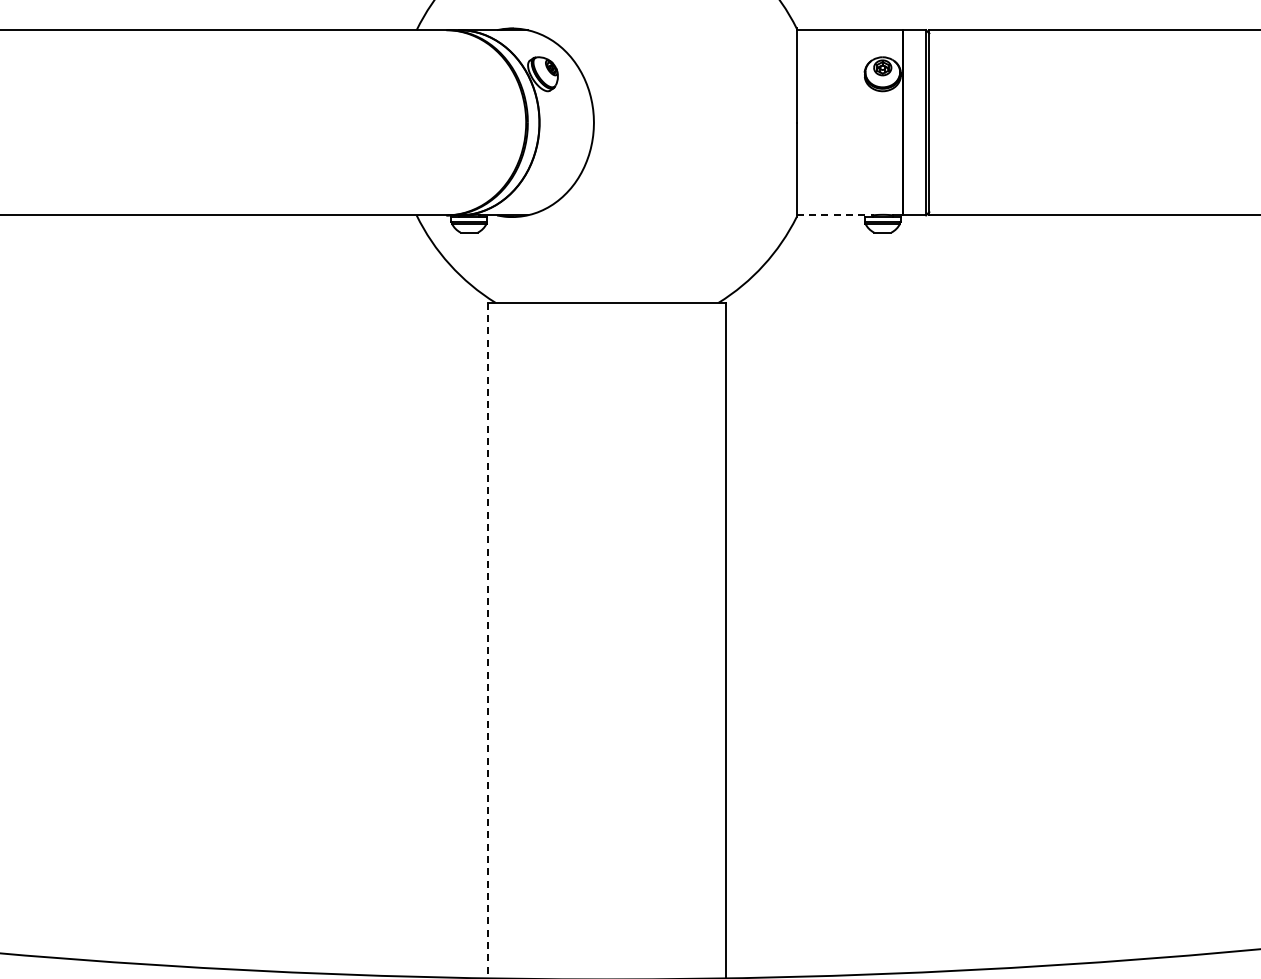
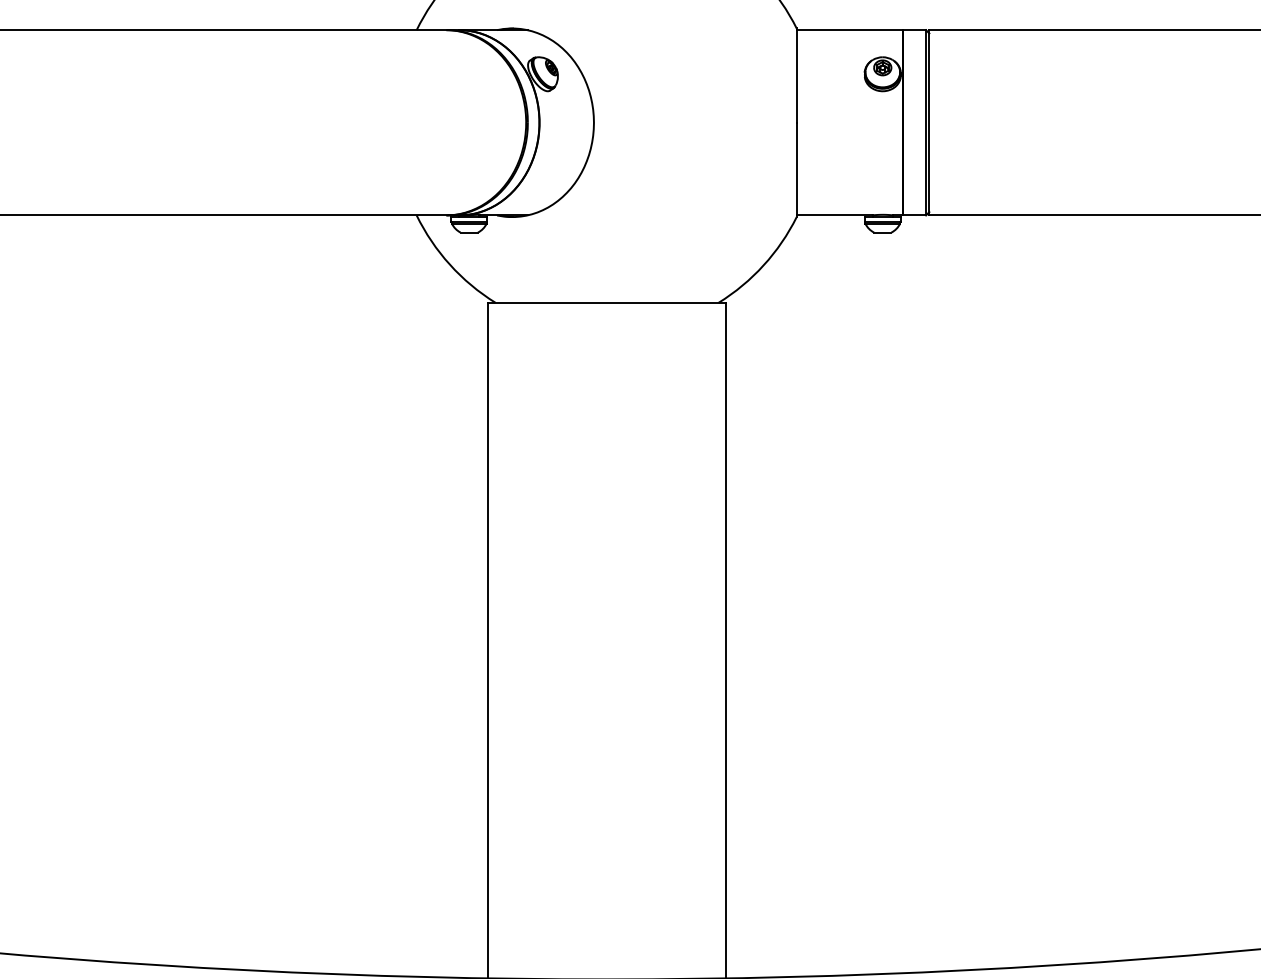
line at (834, 215): dashed -> solid
line at (488, 640): dashed -> solid
